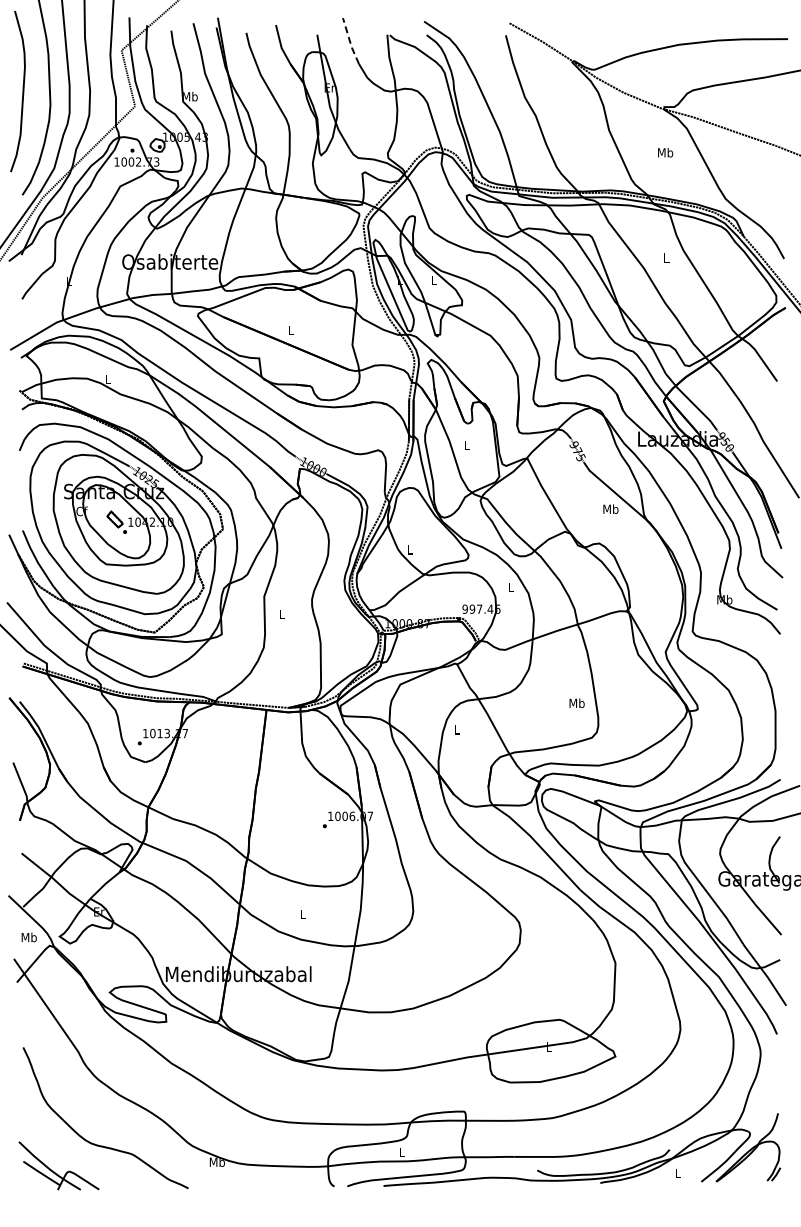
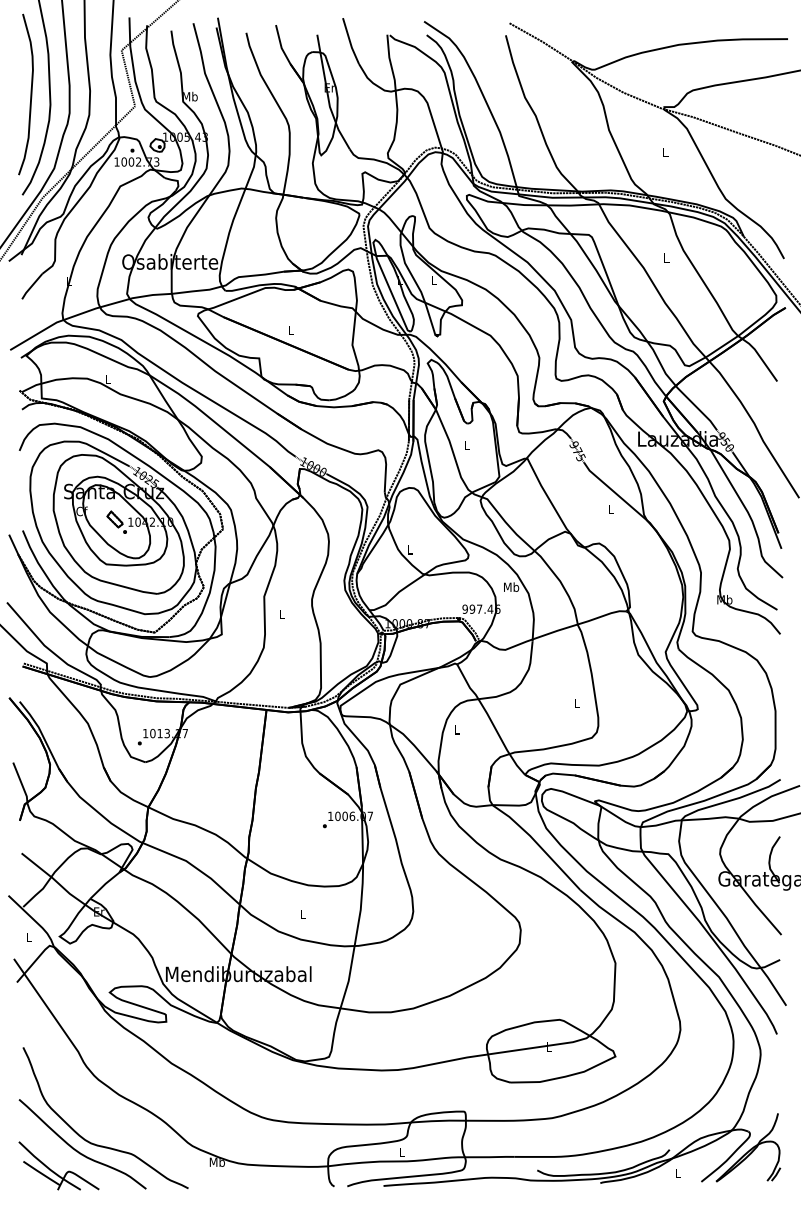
line at (350, 42): dashed -> solid
curve at (22, 91) position: (22, 91) -> (30, 94)
text at (665, 152): Mb -> L
text at (610, 508): Mb -> L
text at (511, 586): L -> Mb
text at (576, 703): Mb -> L
text at (28, 937): Mb -> L
curve at (79, 1151): none -> present
